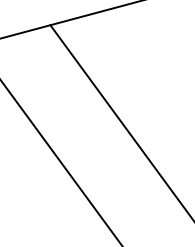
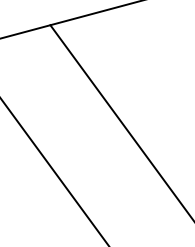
line at (61, 162) position: (61, 162) -> (54, 171)
